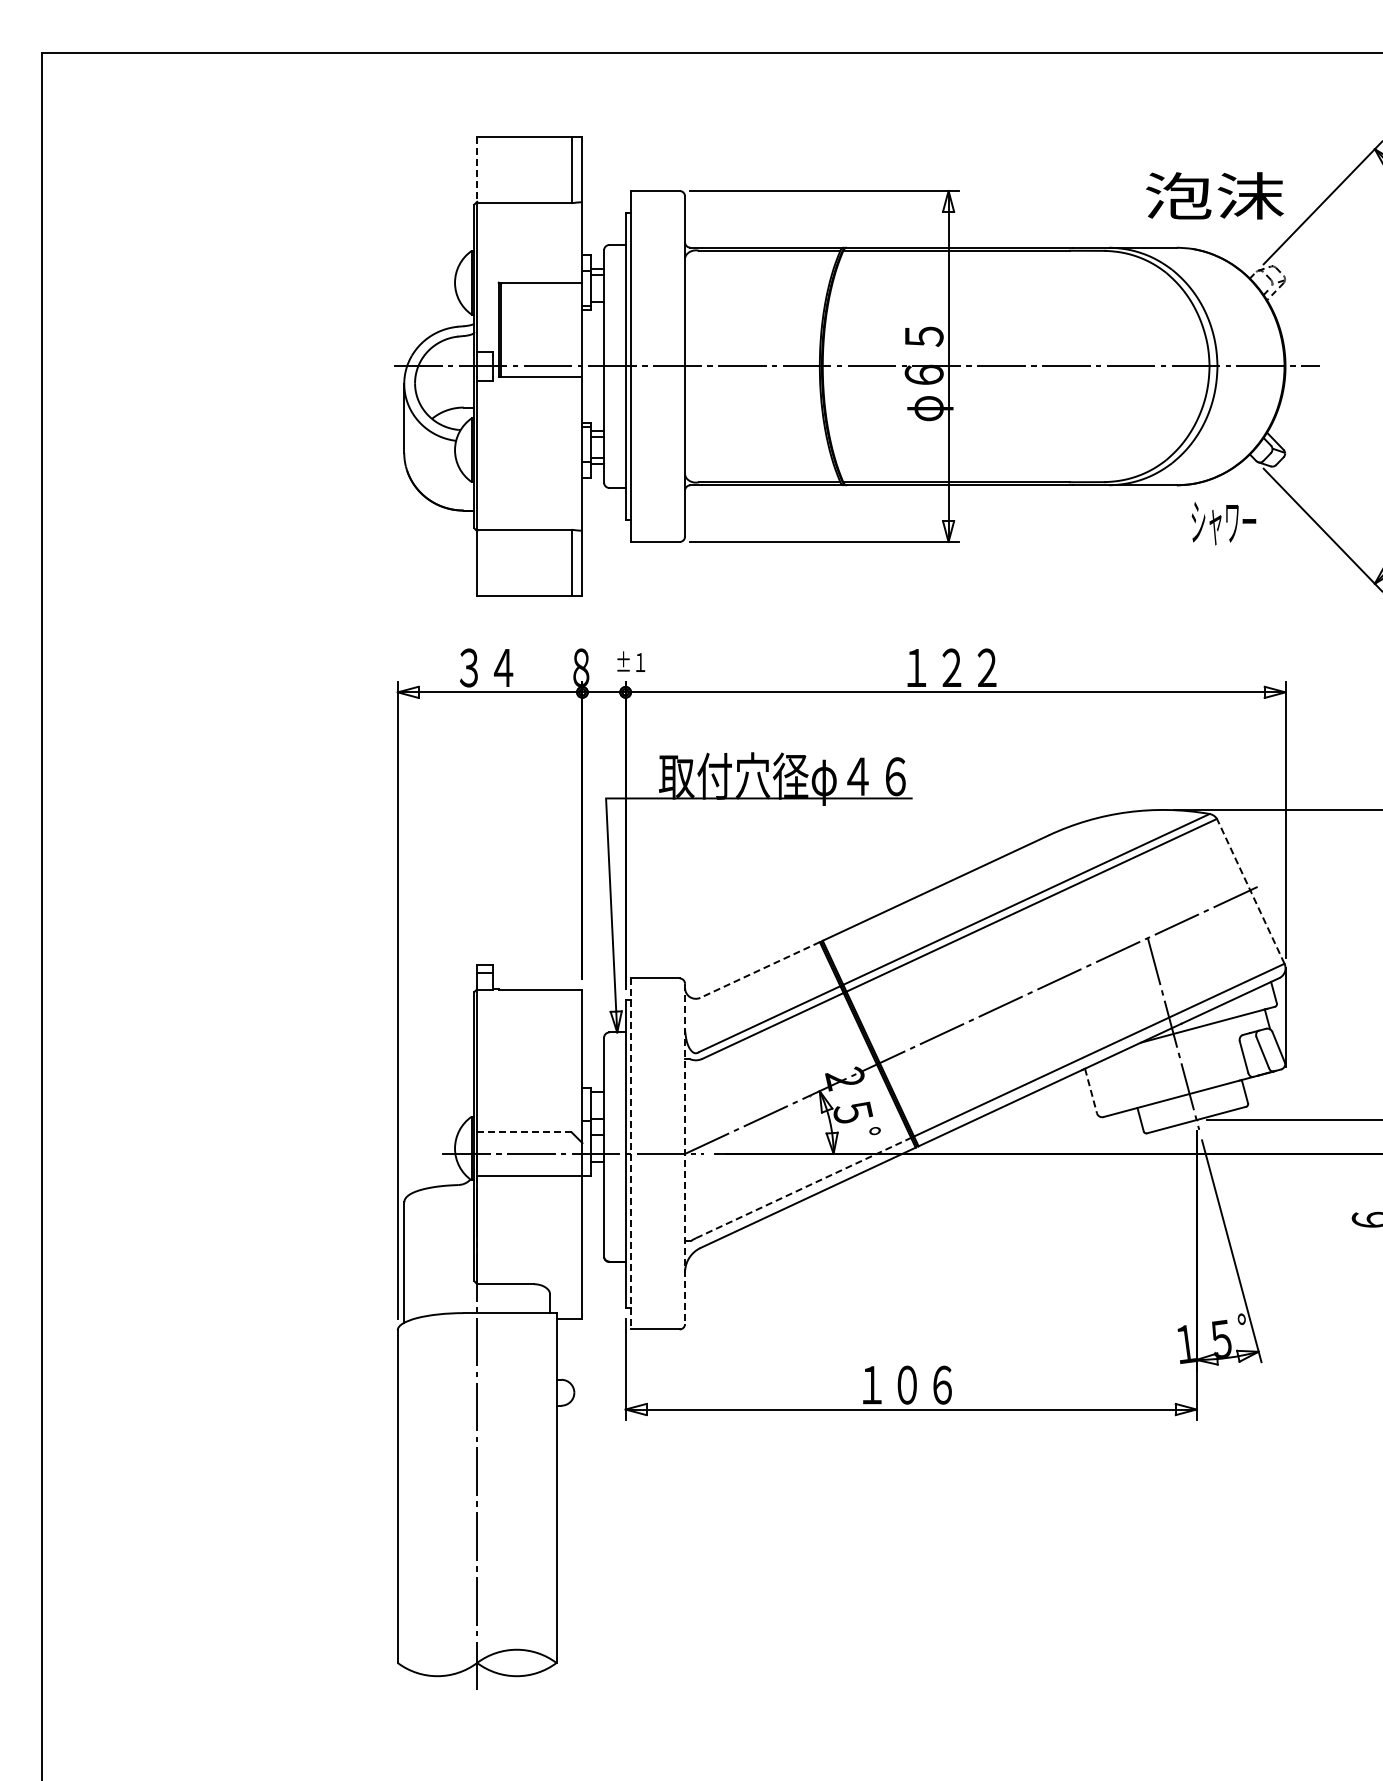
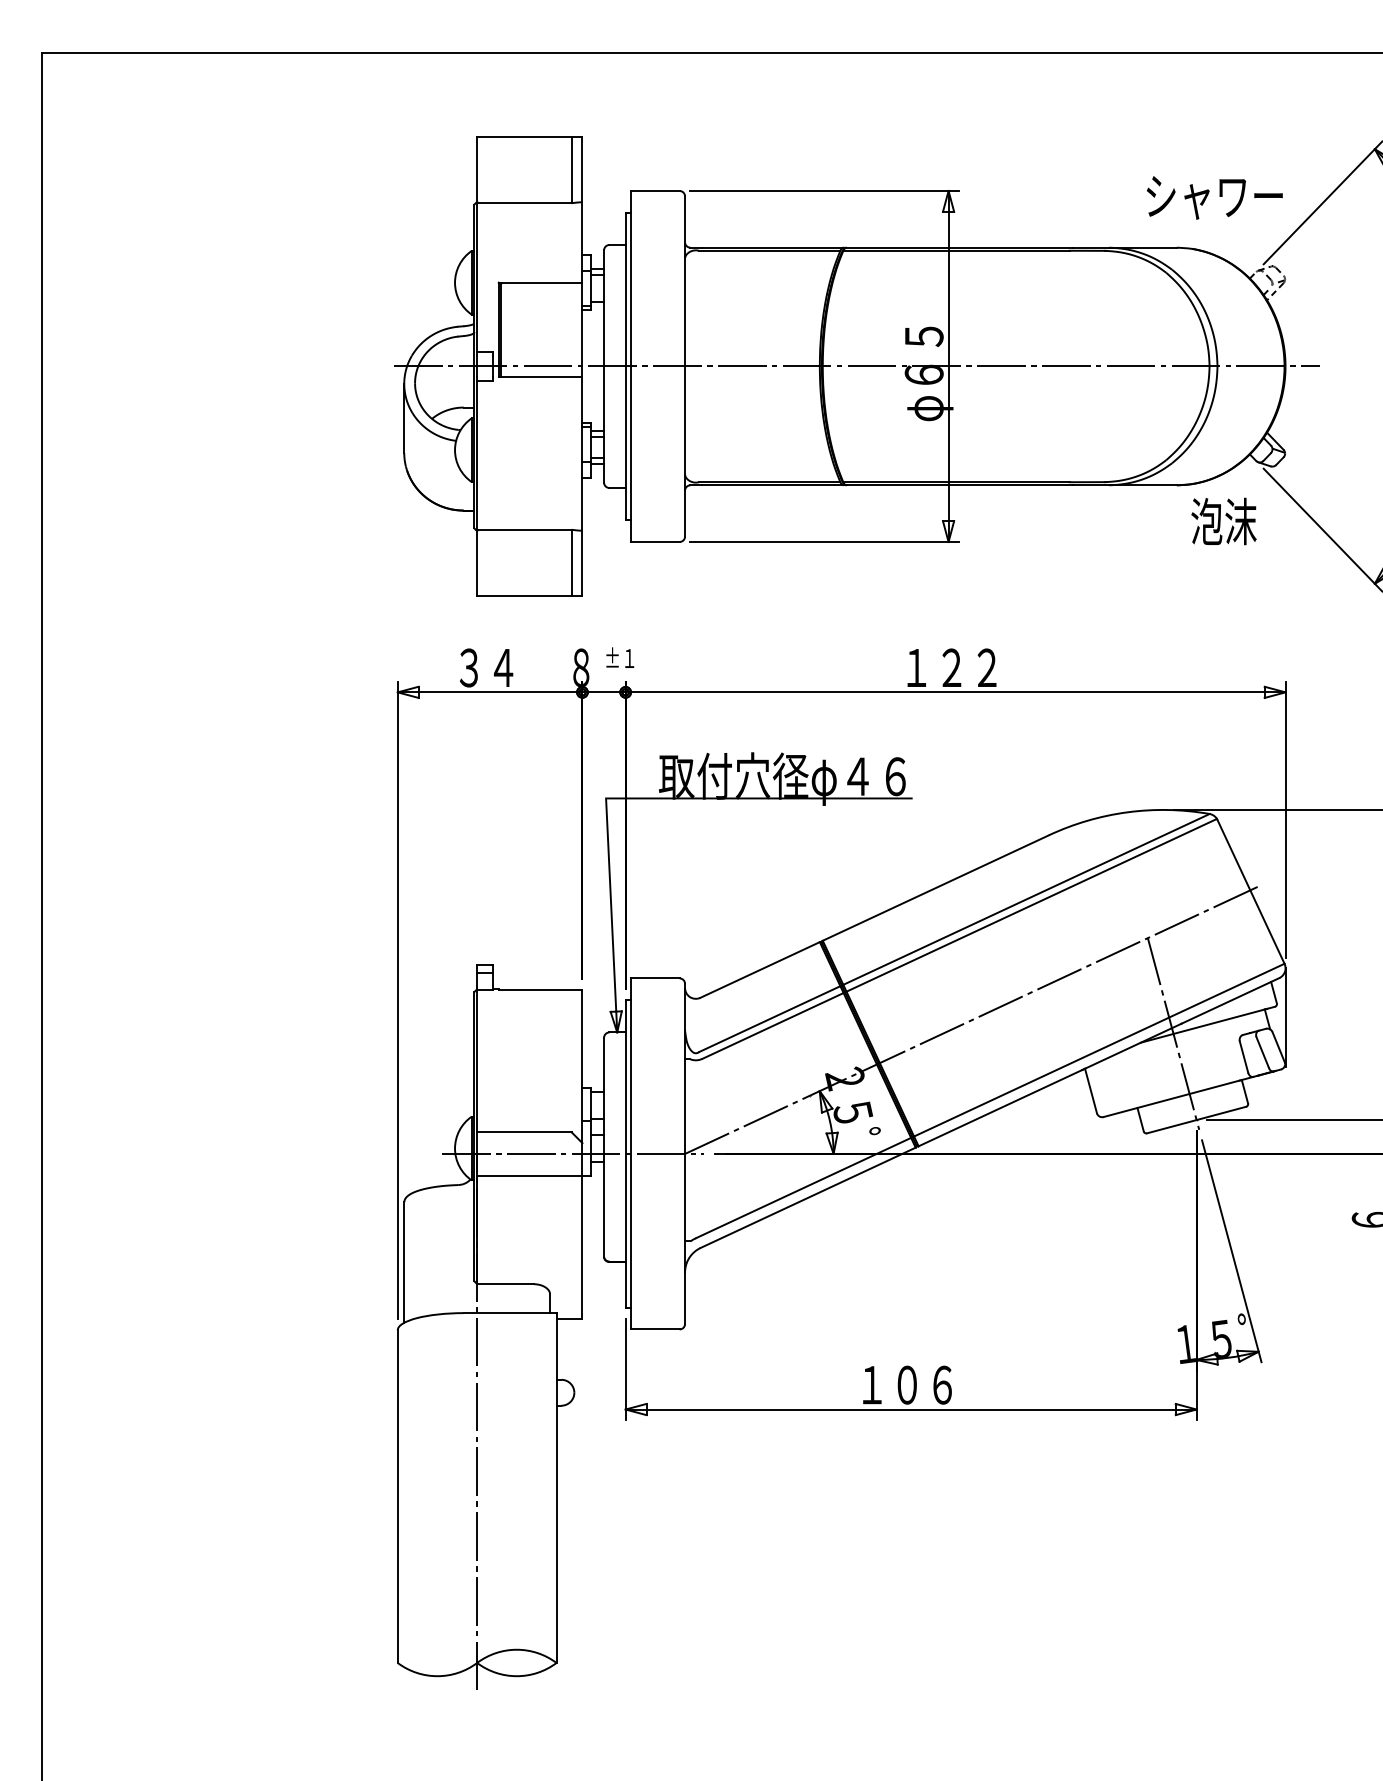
line at (477, 170): dashed -> solid
text at (1214, 195): 泡沫 -> シャワー
text at (1223, 521): シャワー -> 泡沫
text at (631, 661) position: (631, 661) -> (620, 657)
line at (1250, 891): dashed -> solid
line at (760, 969): dashed -> solid
line at (1091, 1091): dashed -> solid
line at (524, 1132): dashed -> solid
line at (631, 1154): dashed -> solid
line at (685, 1154): dashed -> solid
line at (803, 1188): dashed -> solid
